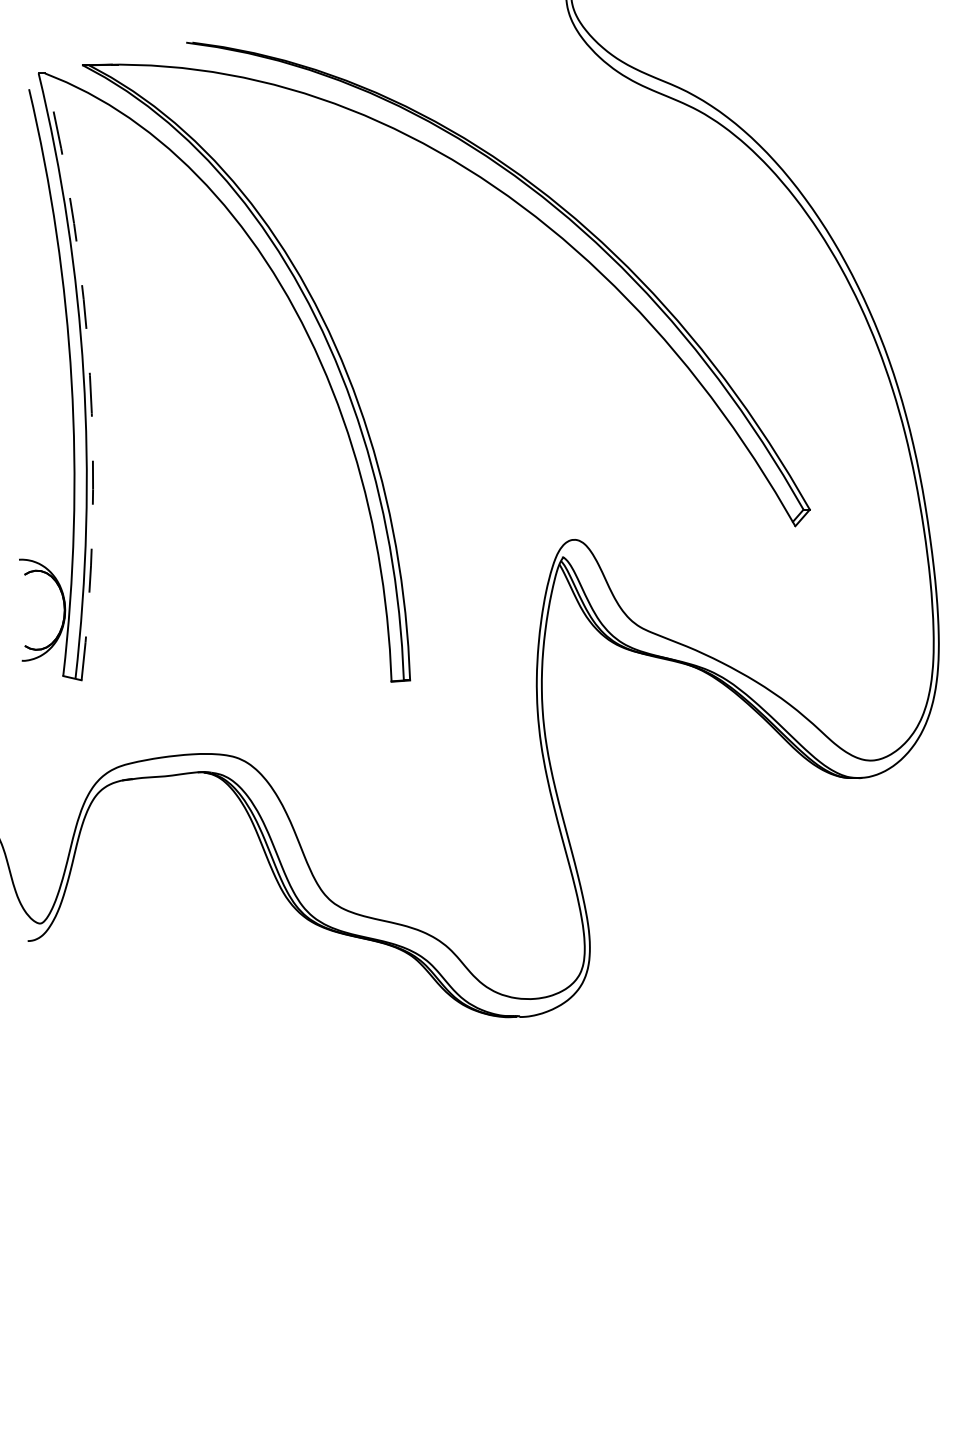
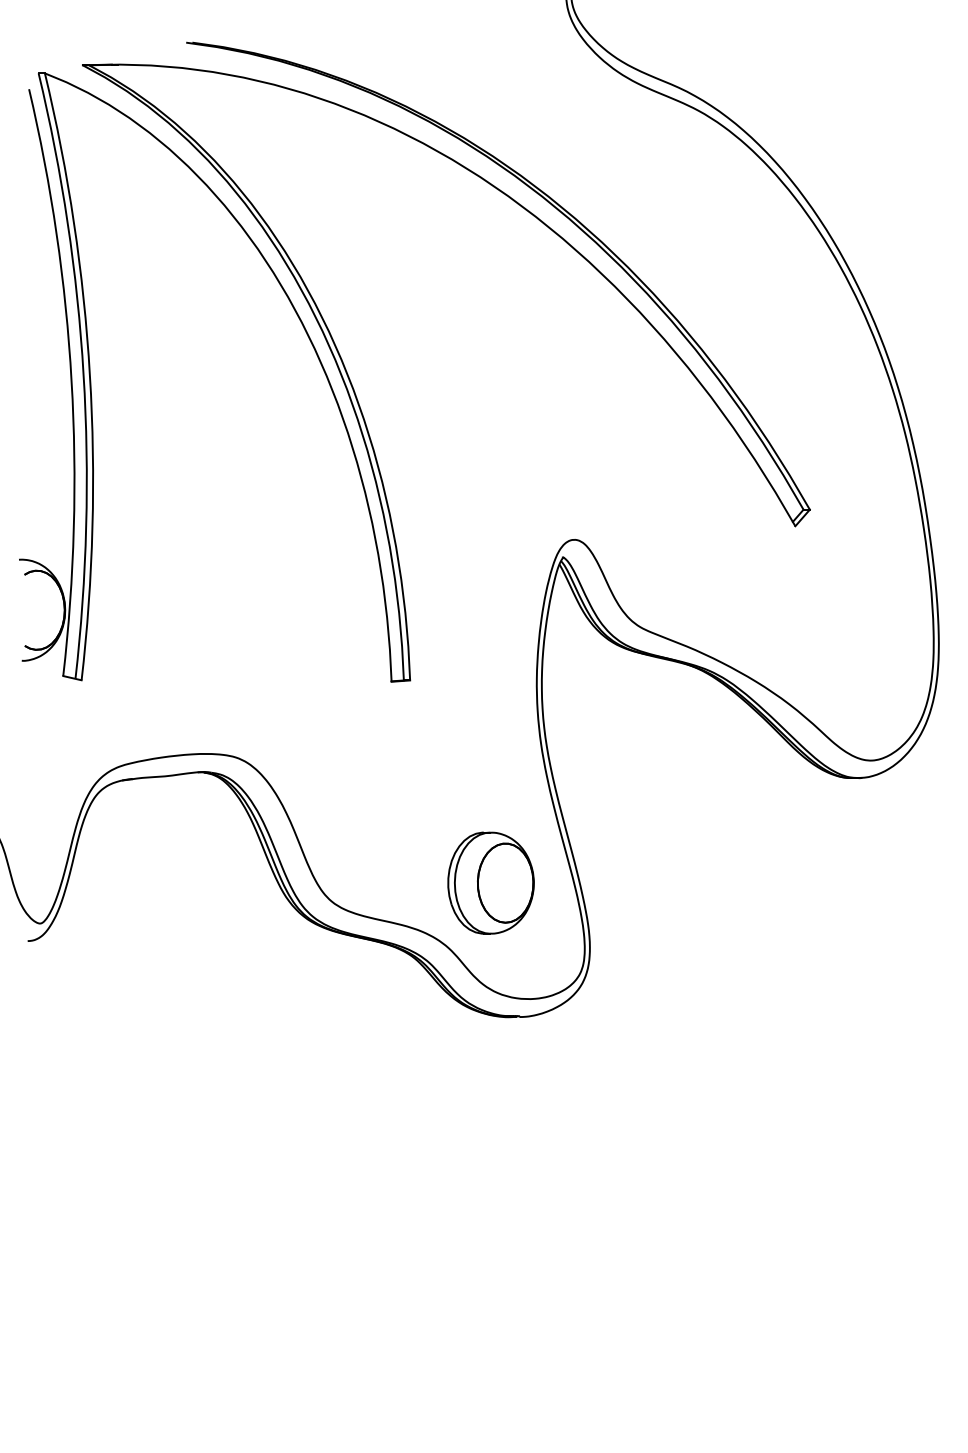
arc at (89, 375): dashed -> solid
part at (490, 882): none -> present
